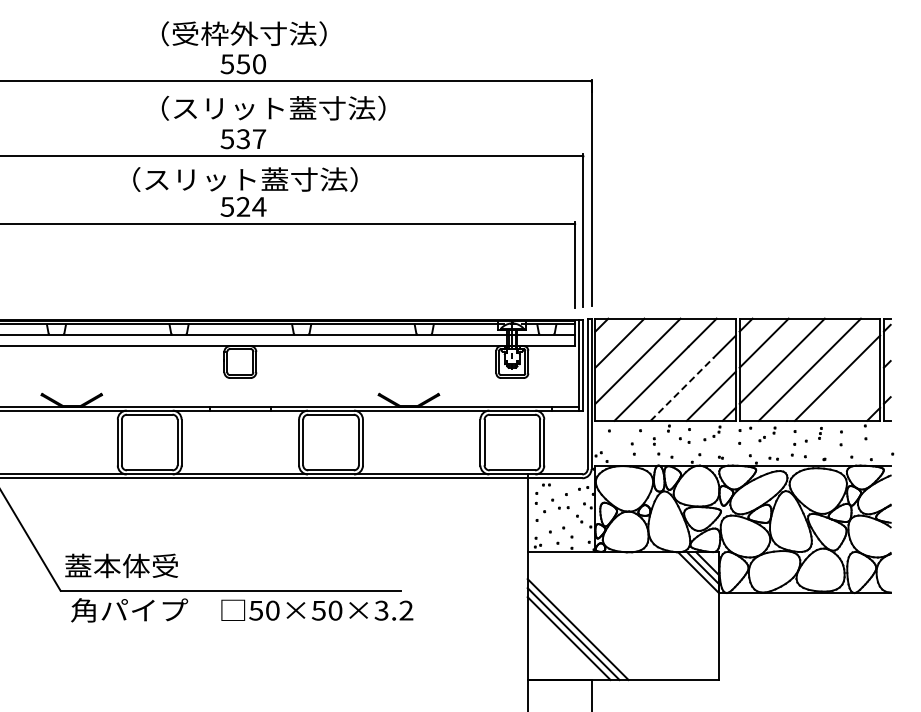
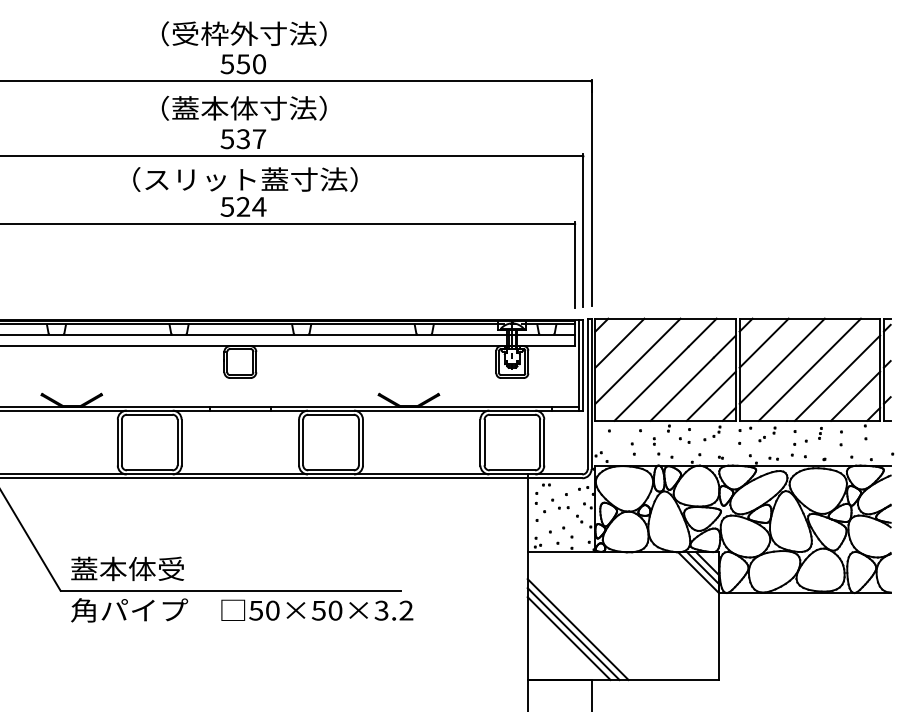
text at (278, 107): （スリット蓋寸法） -> （蓋本体寸法）
line at (682, 389): dashed -> solid
line at (855, 395): none -> present
text at (121, 565) position: (121, 565) -> (127, 568)
